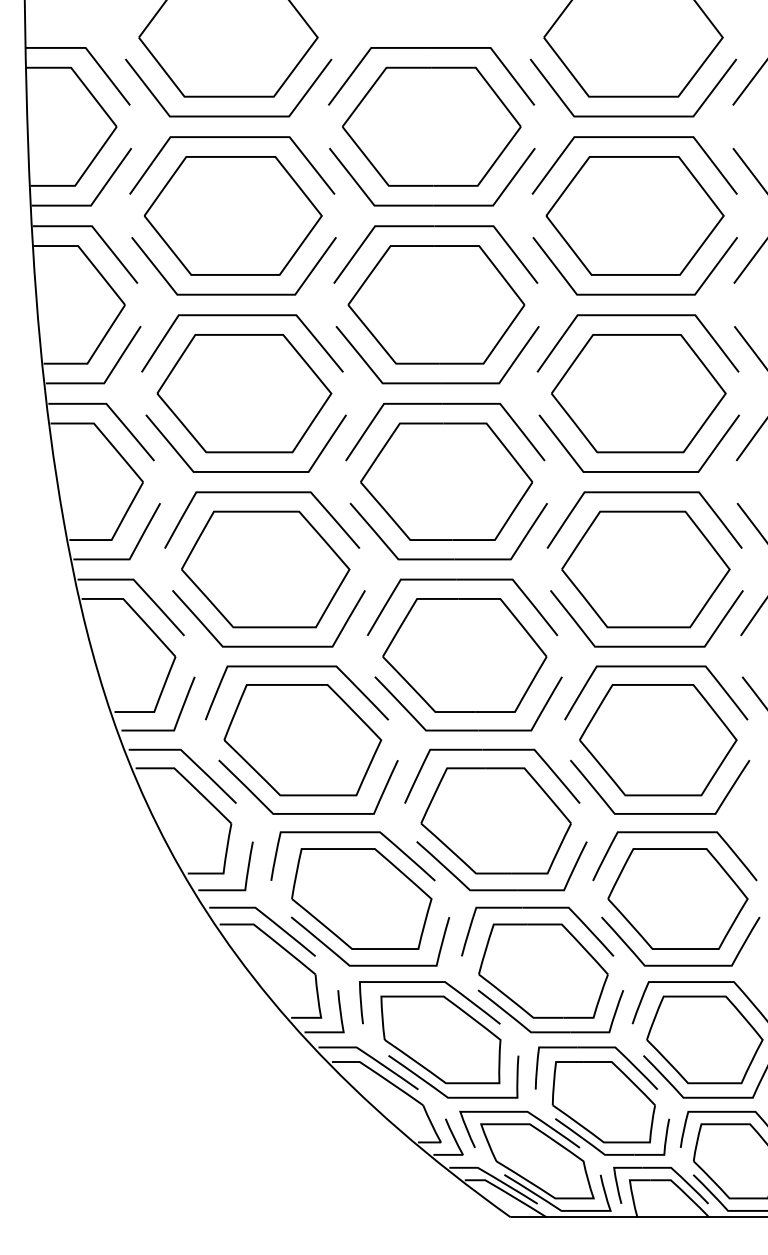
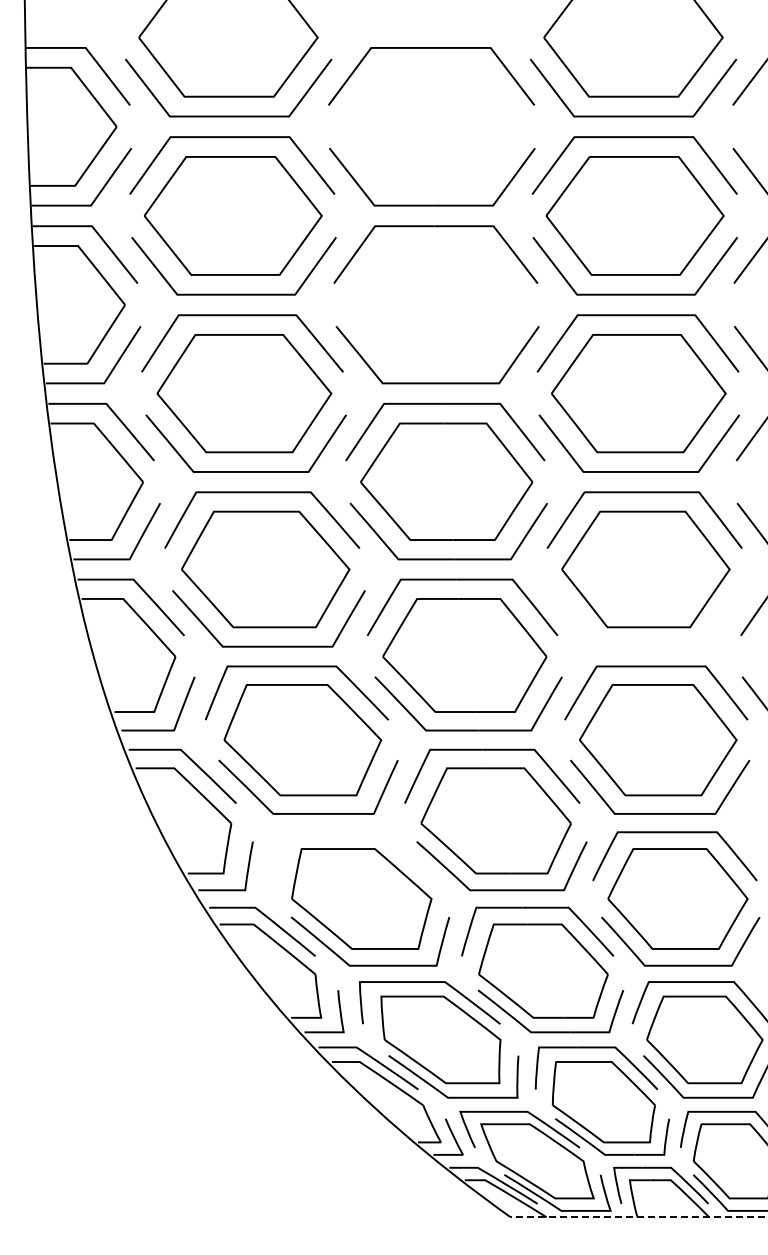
part at (431, 126): present -> none
part at (436, 304): present -> none
curve at (646, 645): present -> none
curve at (352, 833): present -> none
line at (638, 1217): solid -> dashed
